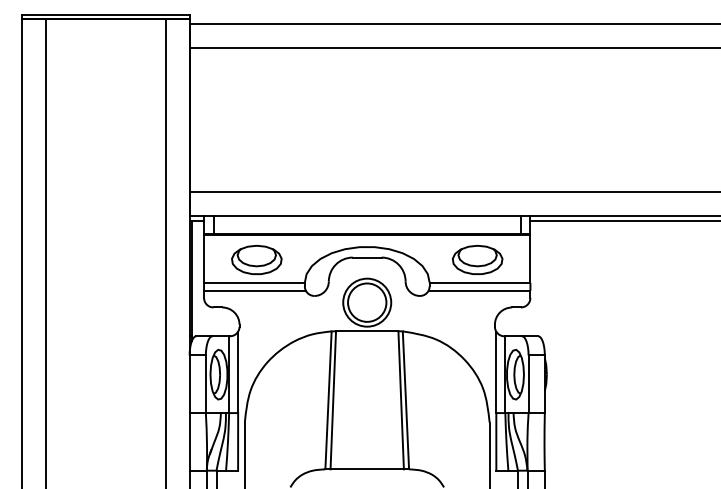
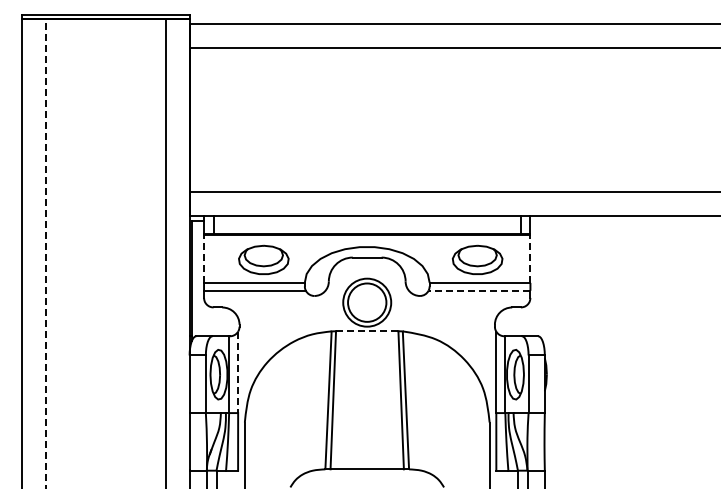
line at (623, 221): present -> none
line at (45, 253): solid -> dashed
line at (204, 259): solid -> dashed
part at (256, 259) position: (256, 259) -> (263, 259)
line at (530, 259): solid -> dashed
line at (479, 290): solid -> dashed
line at (367, 331): solid -> dashed
line at (238, 372): solid -> dashed
